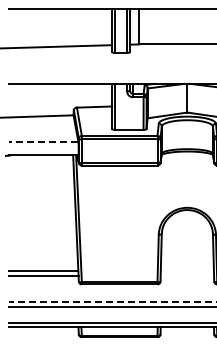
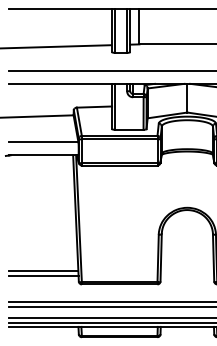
line at (111, 70): none -> present
line at (43, 142): dashed -> solid
line at (112, 302): dashed -> solid
line at (111, 318): none -> present
